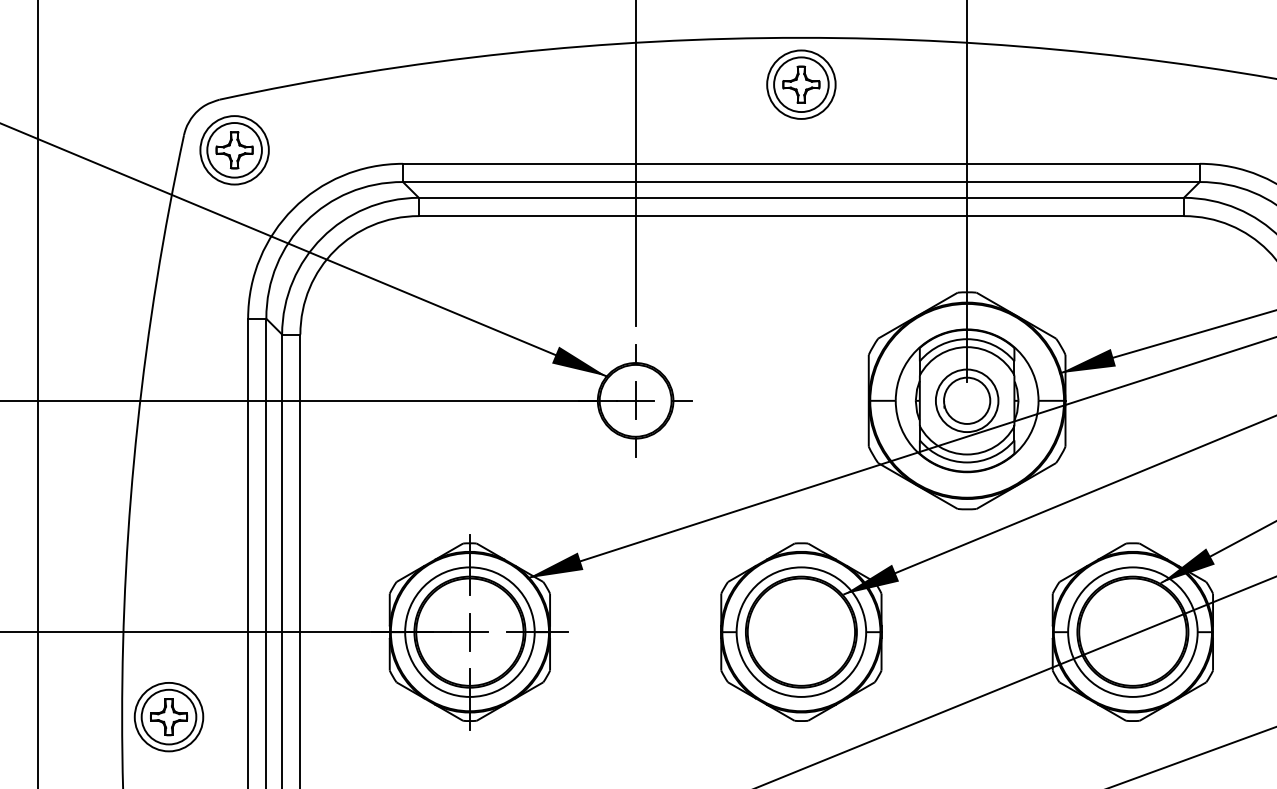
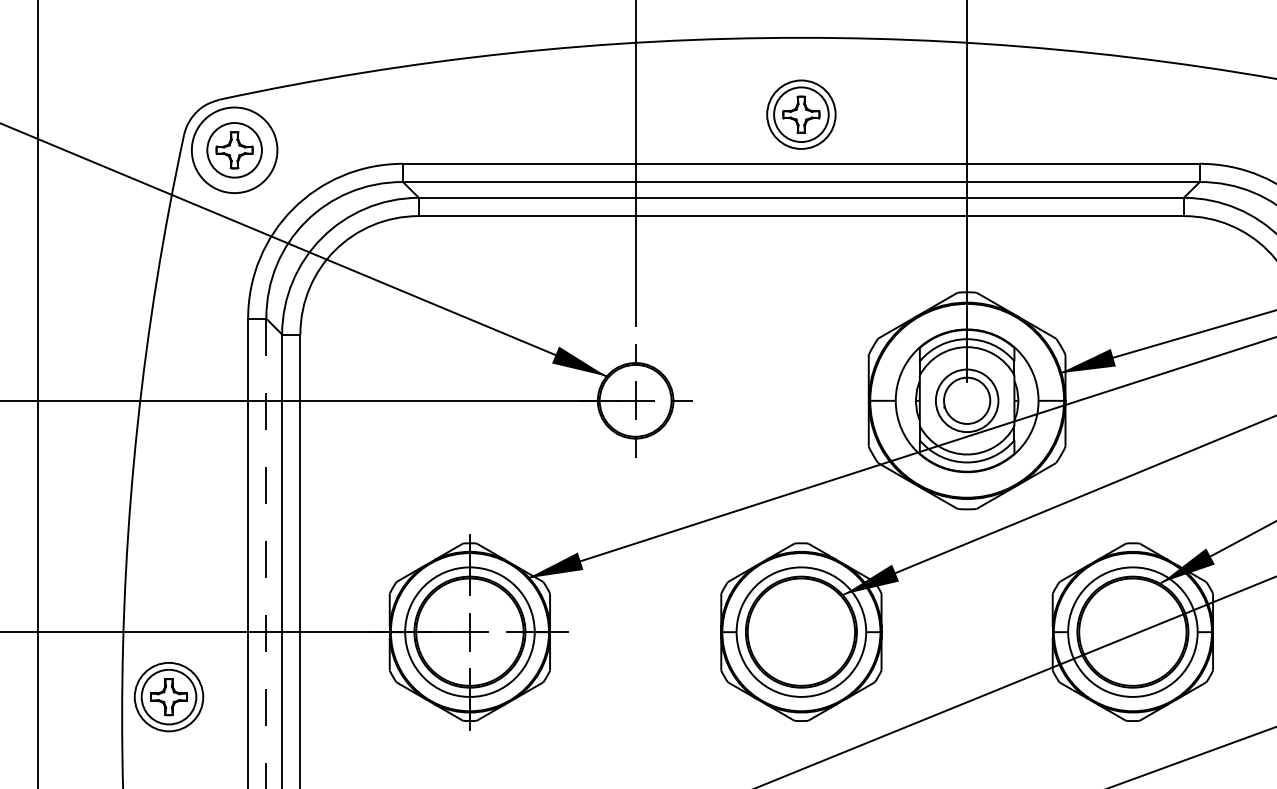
part at (801, 84) position: (801, 84) -> (801, 114)
circle at (234, 150) diameter: 68 px -> 86 px
line at (266, 553): solid -> dashed
part at (168, 717) position: (168, 717) -> (168, 697)
